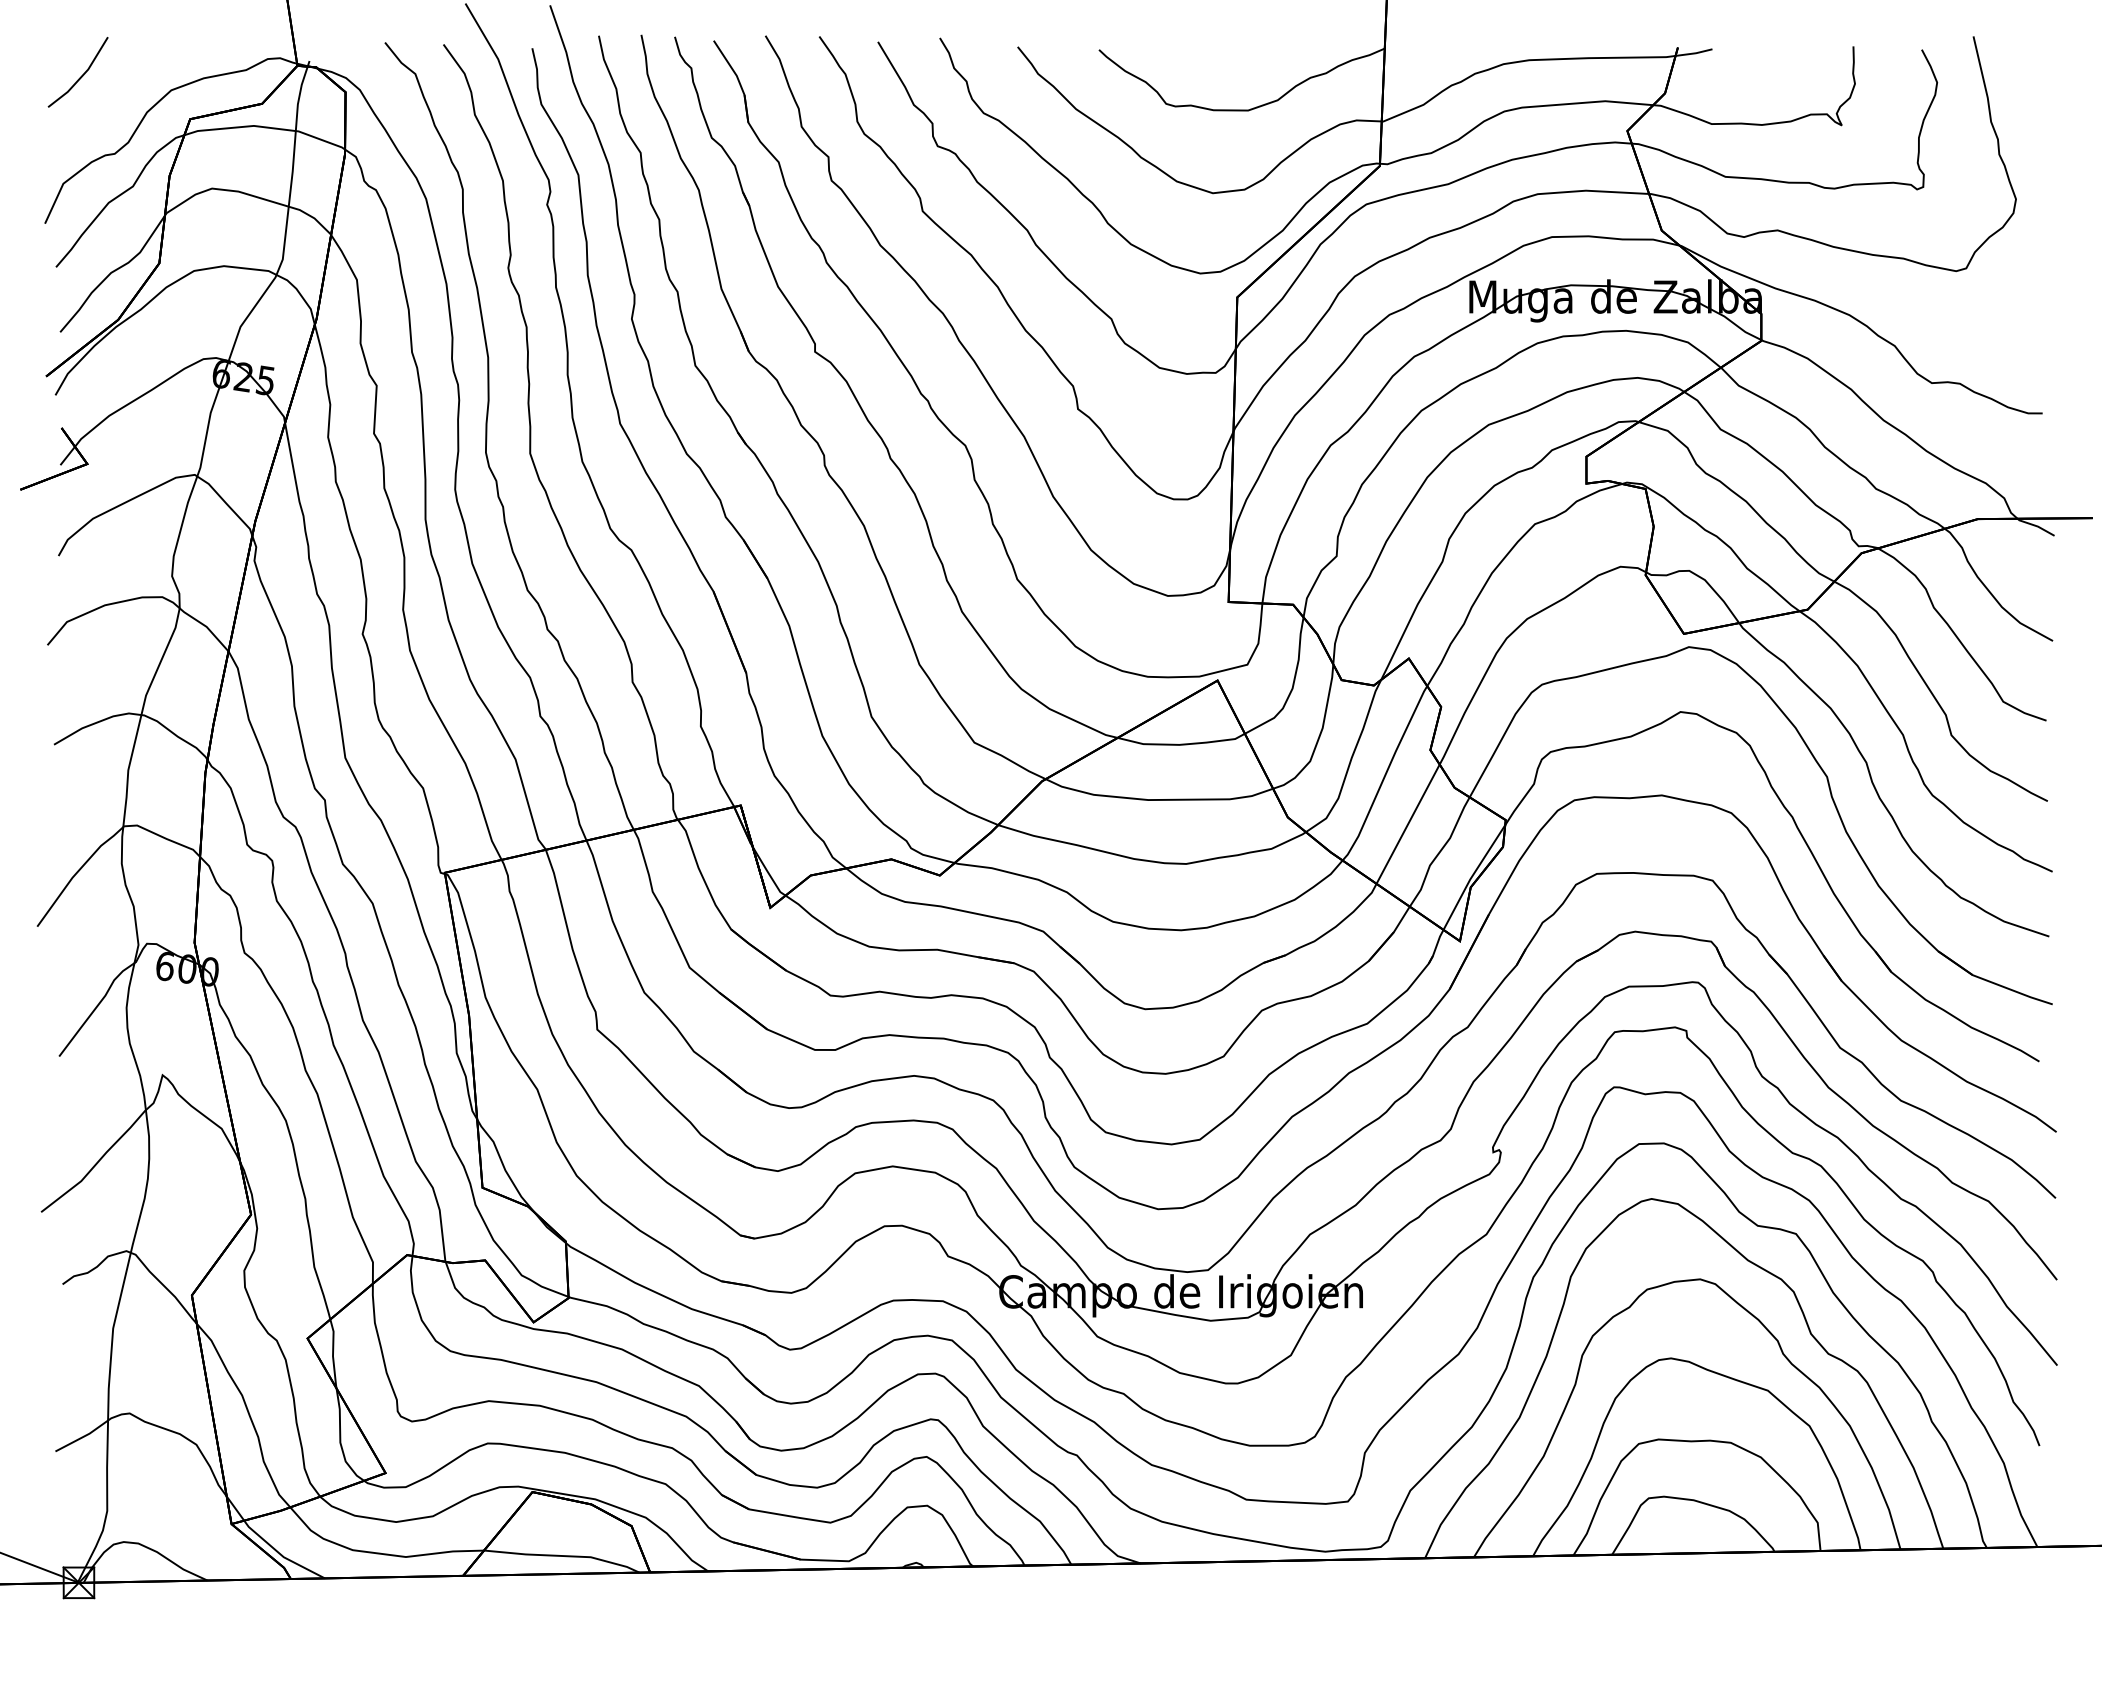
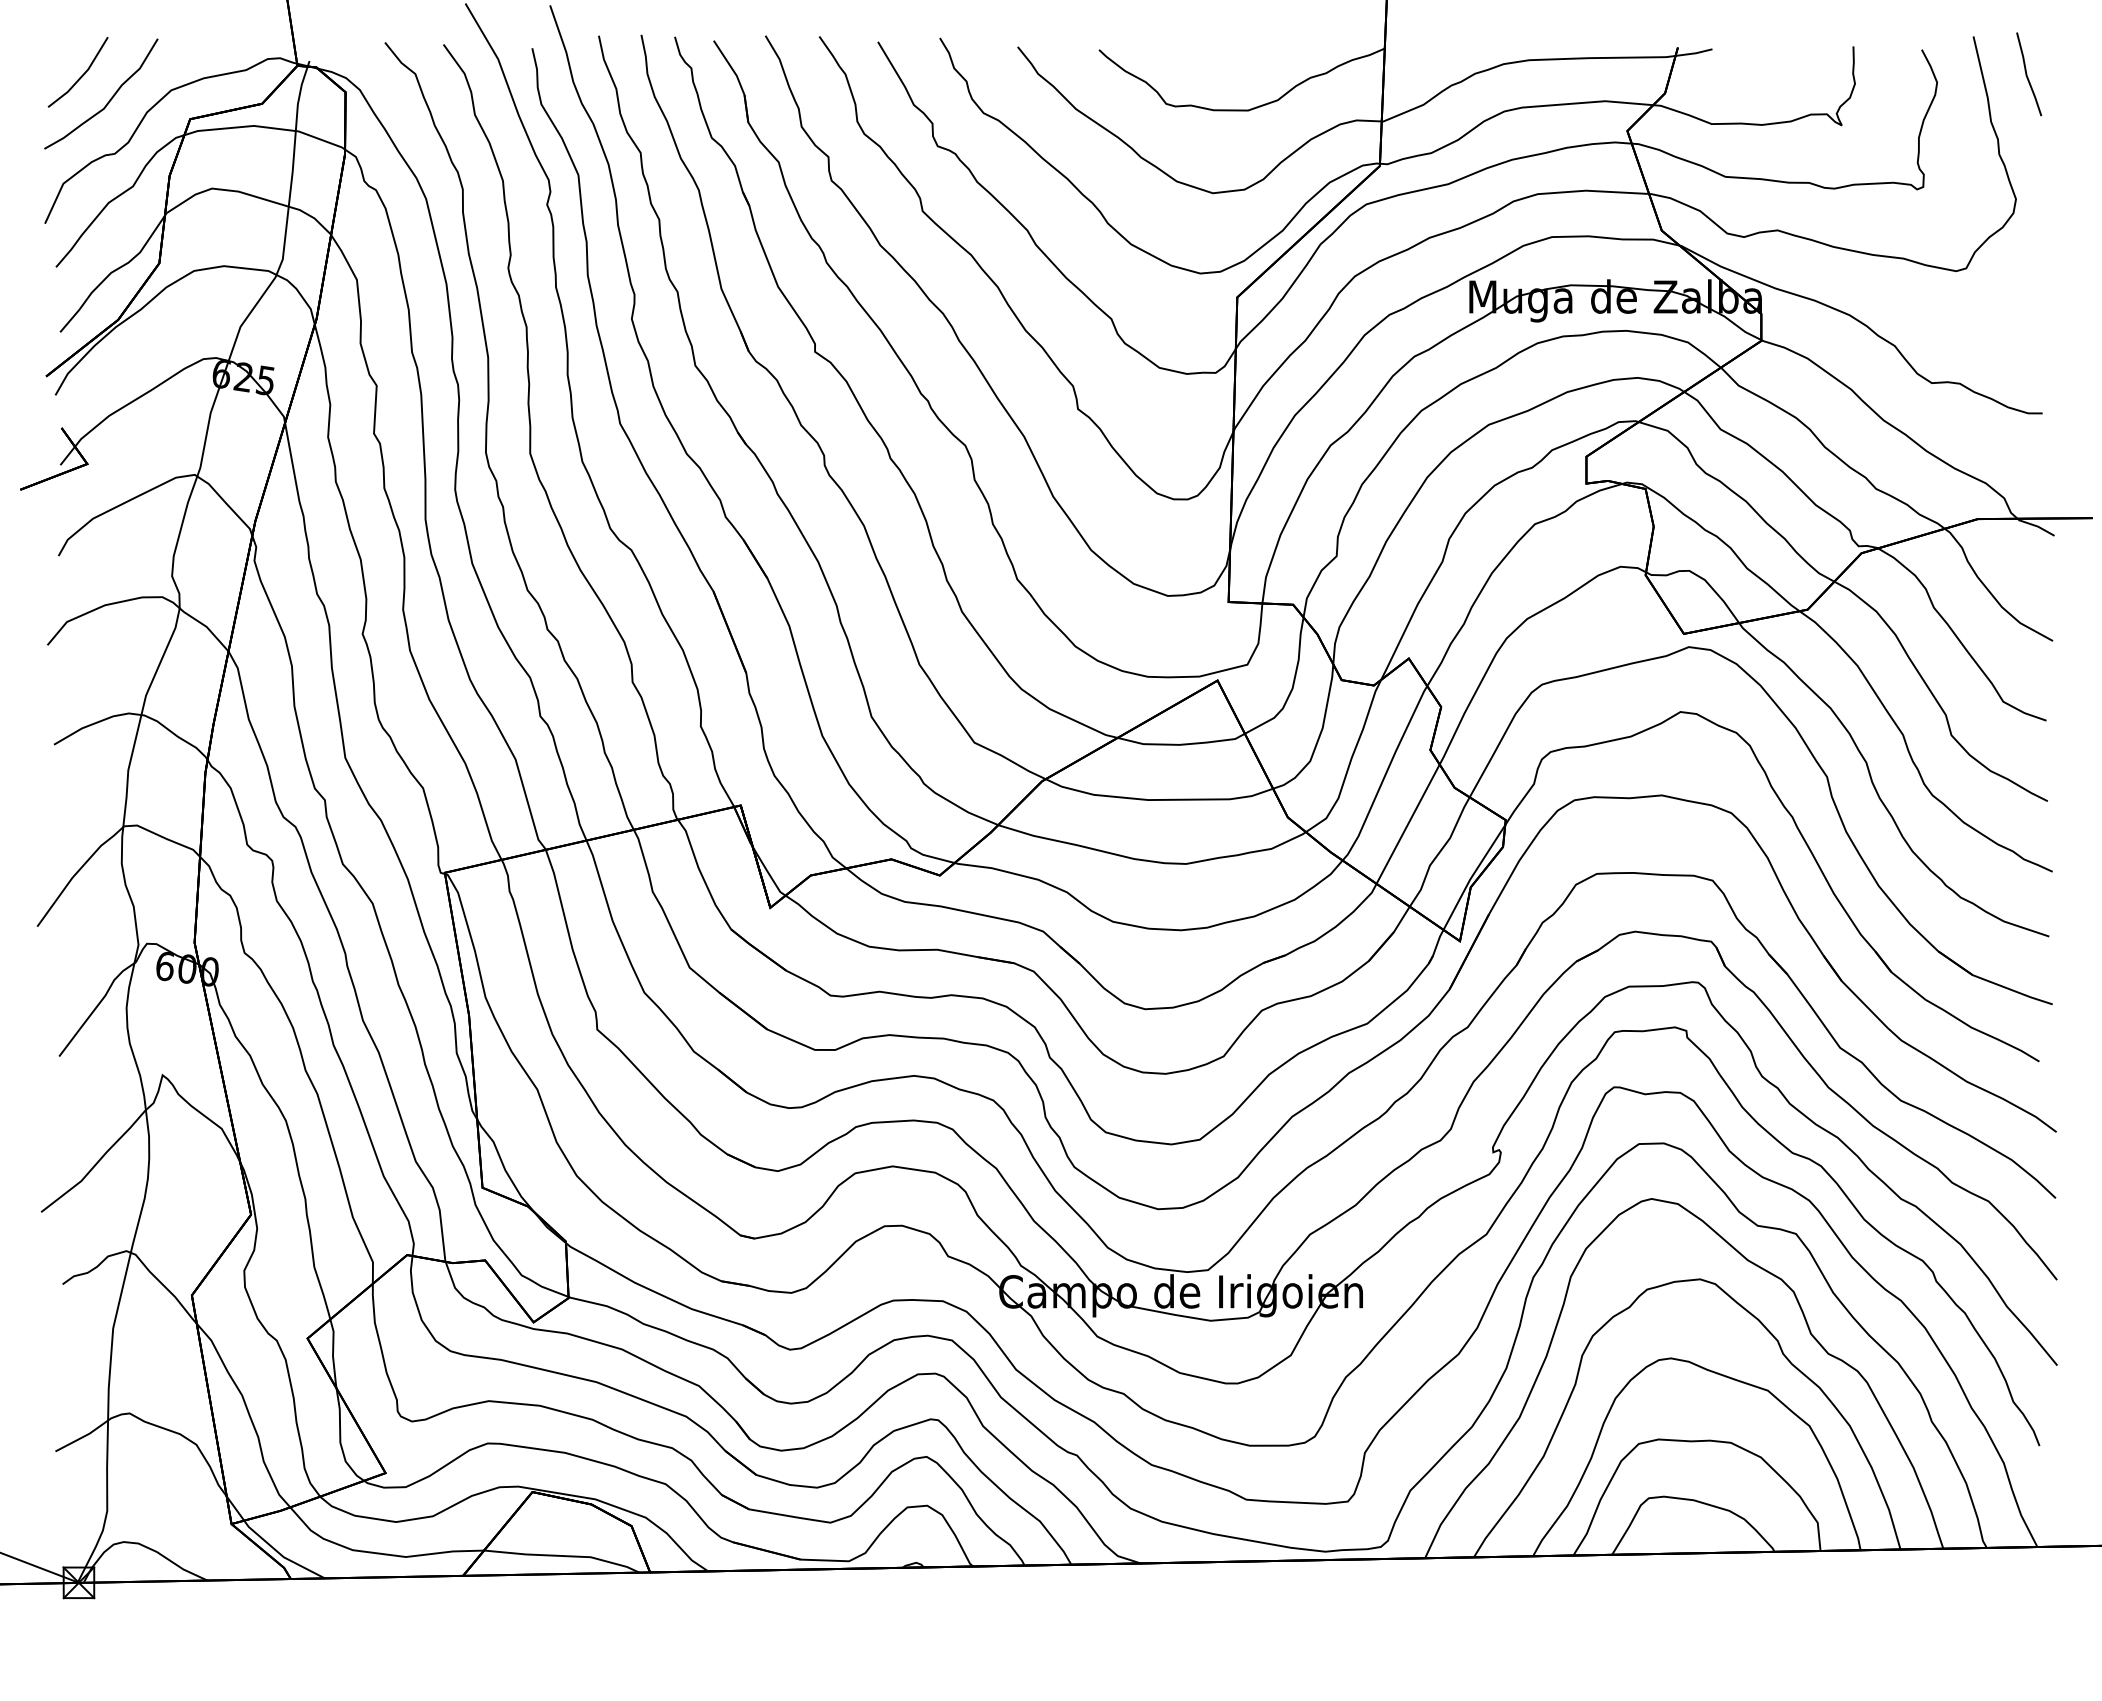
line at (2027, 74): none -> present
curve at (109, 99): none -> present
